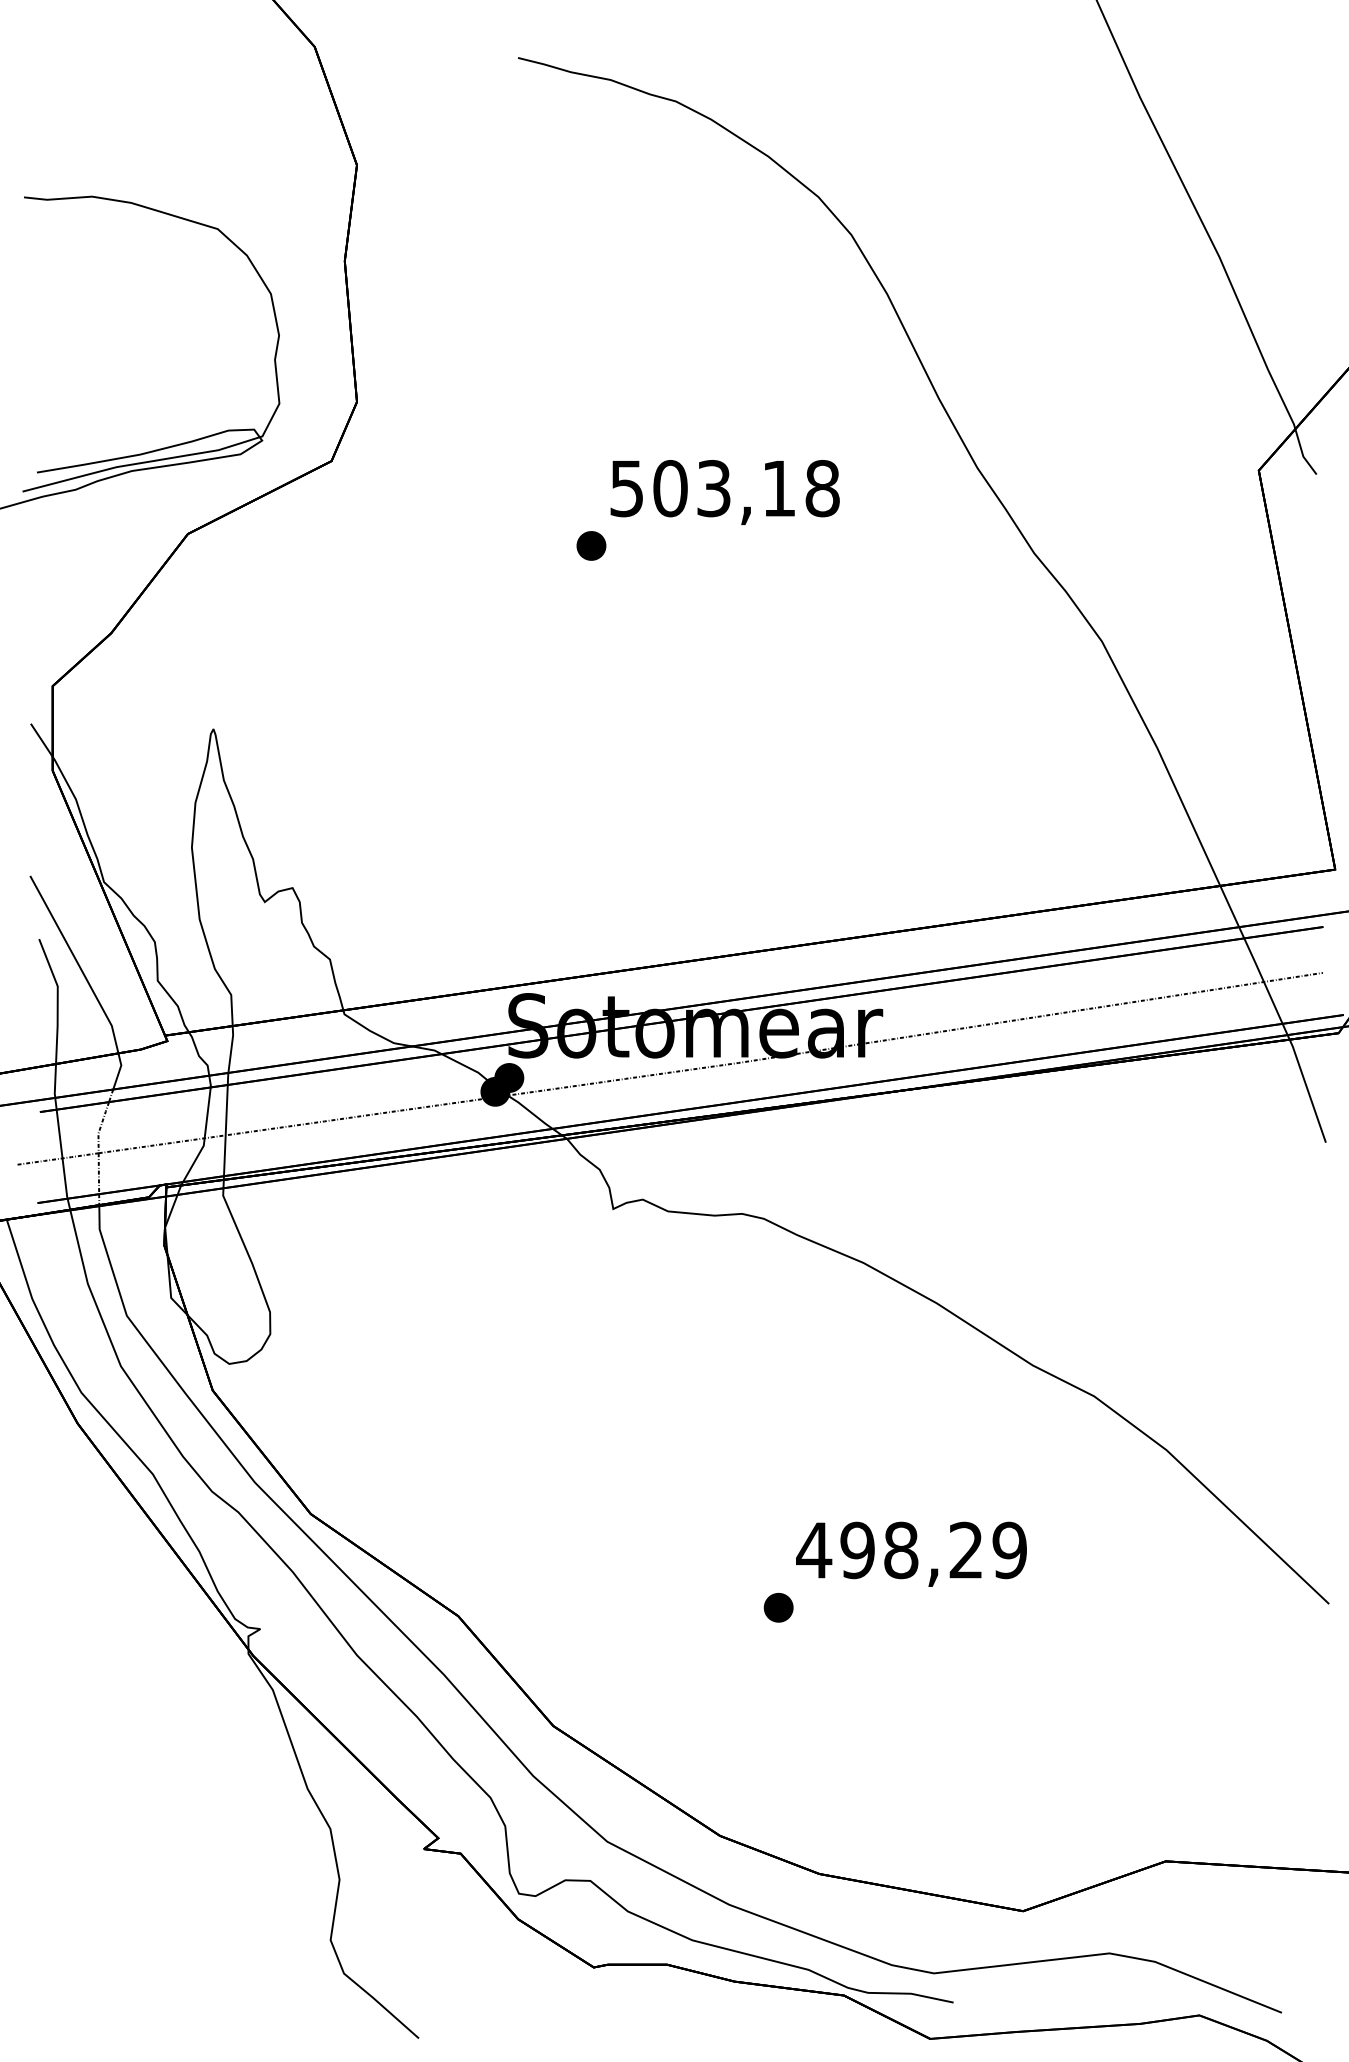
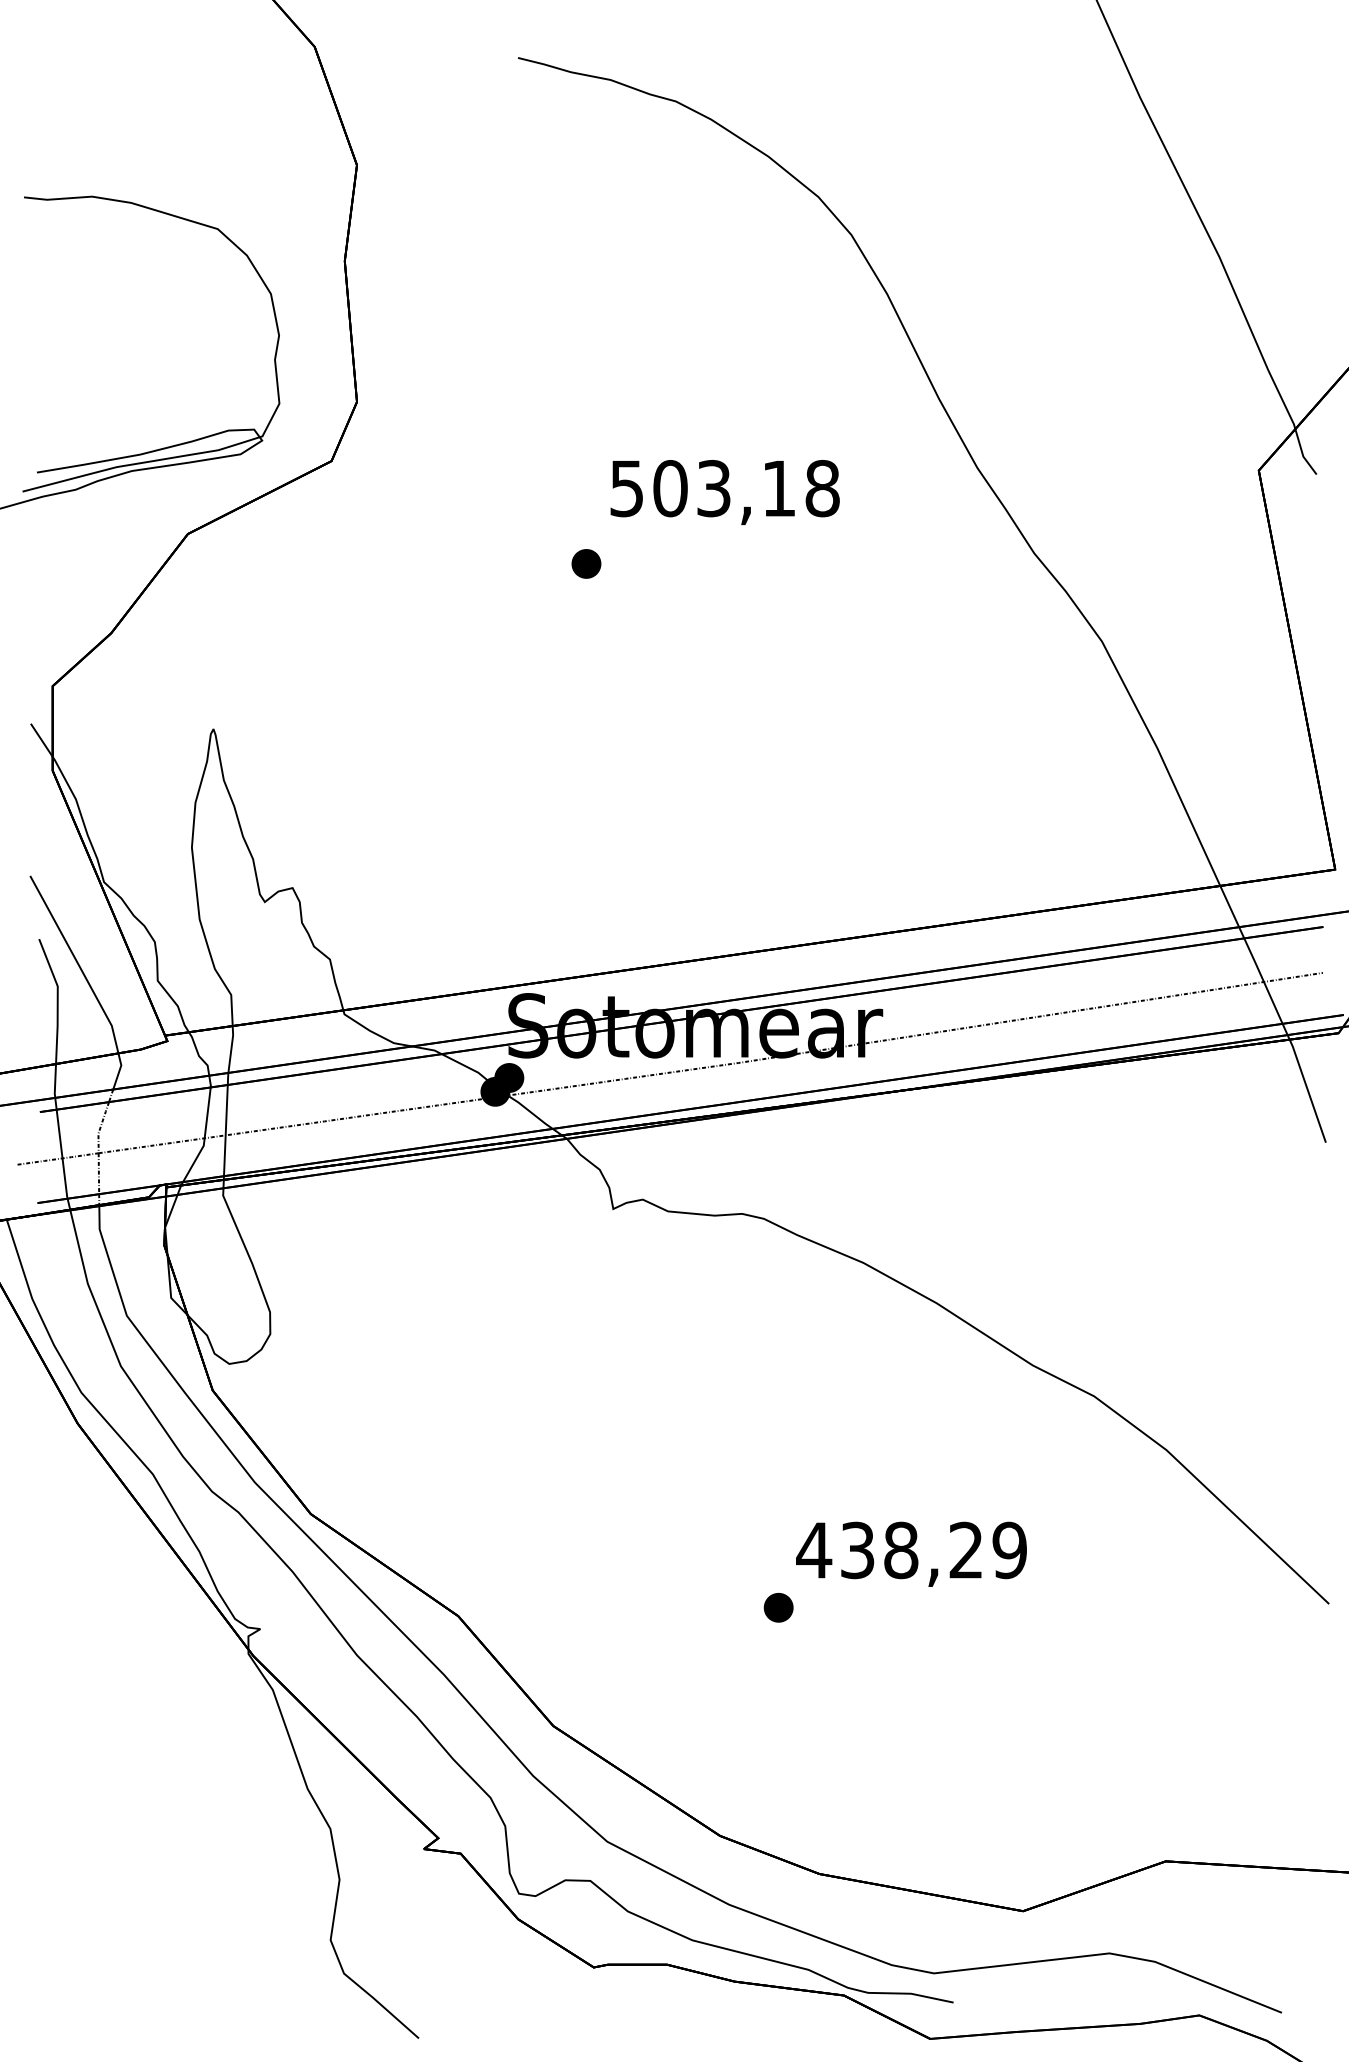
part at (591, 545) position: (591, 545) -> (586, 563)
text at (857, 1549): 498,29 -> 438,29
